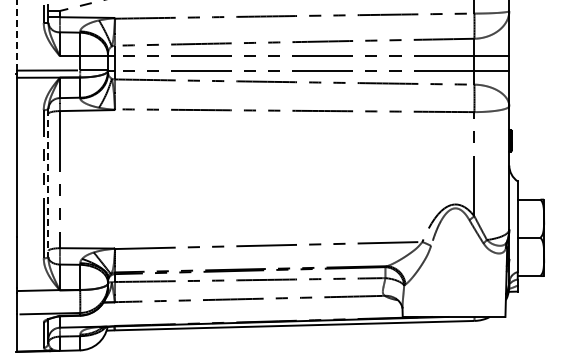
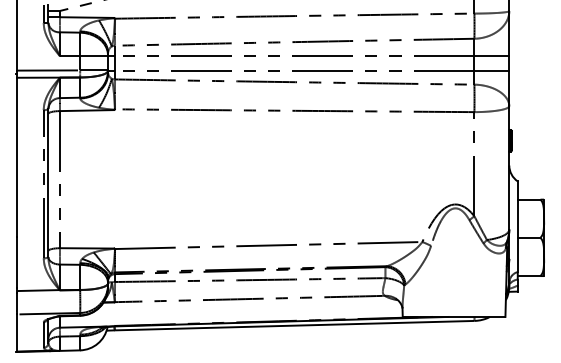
line at (17, 35): dashed -> solid
line at (48, 183): dashed -> solid
